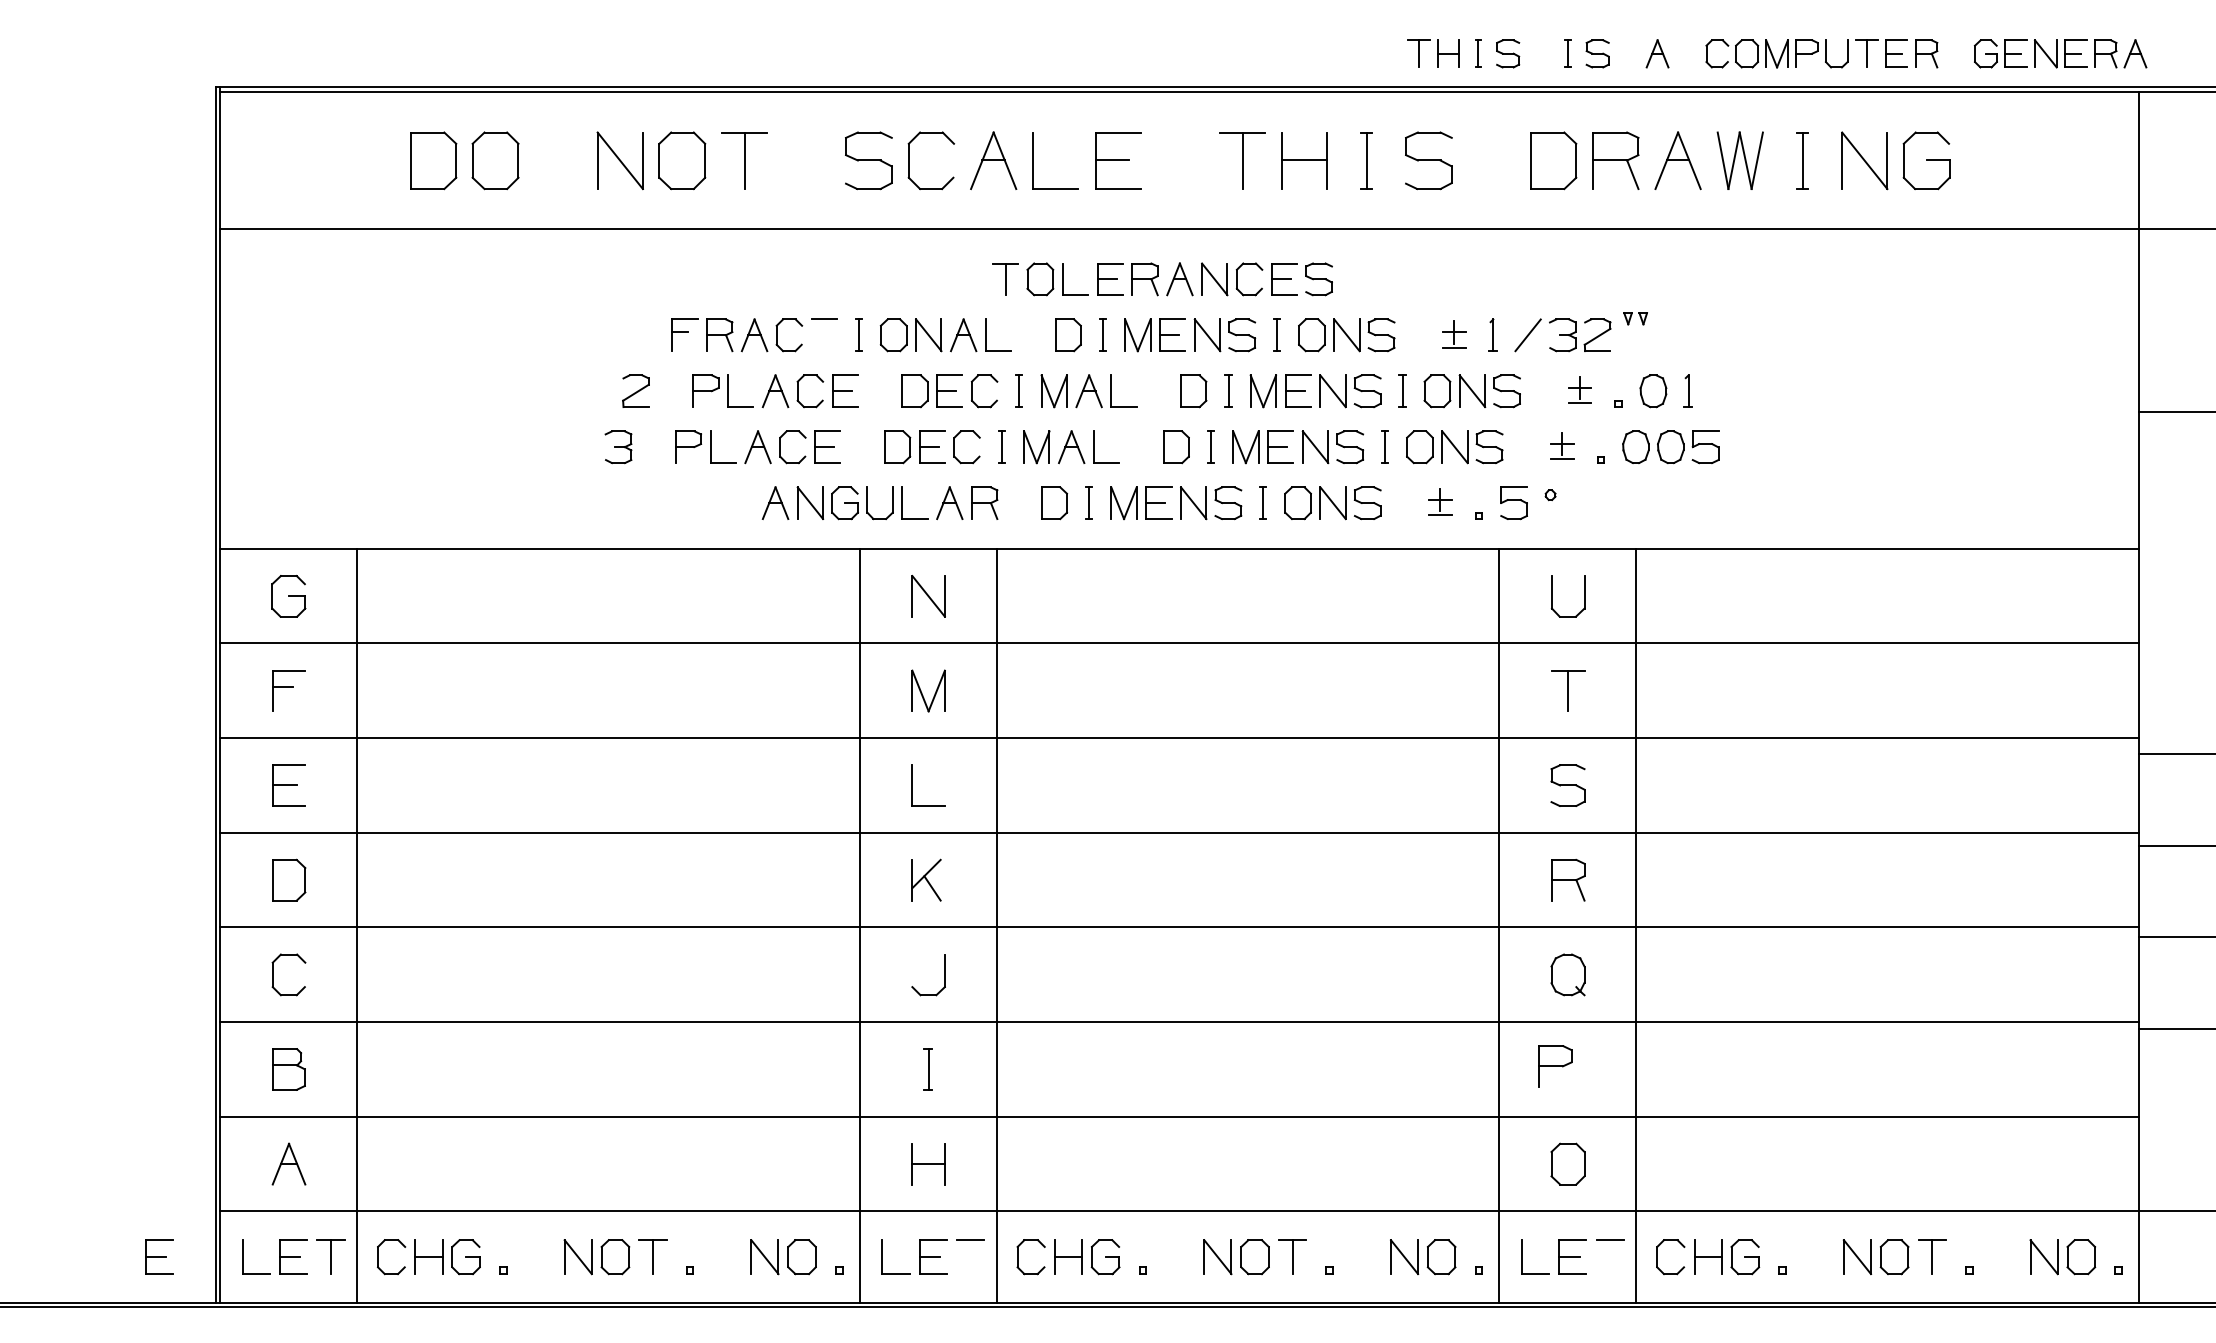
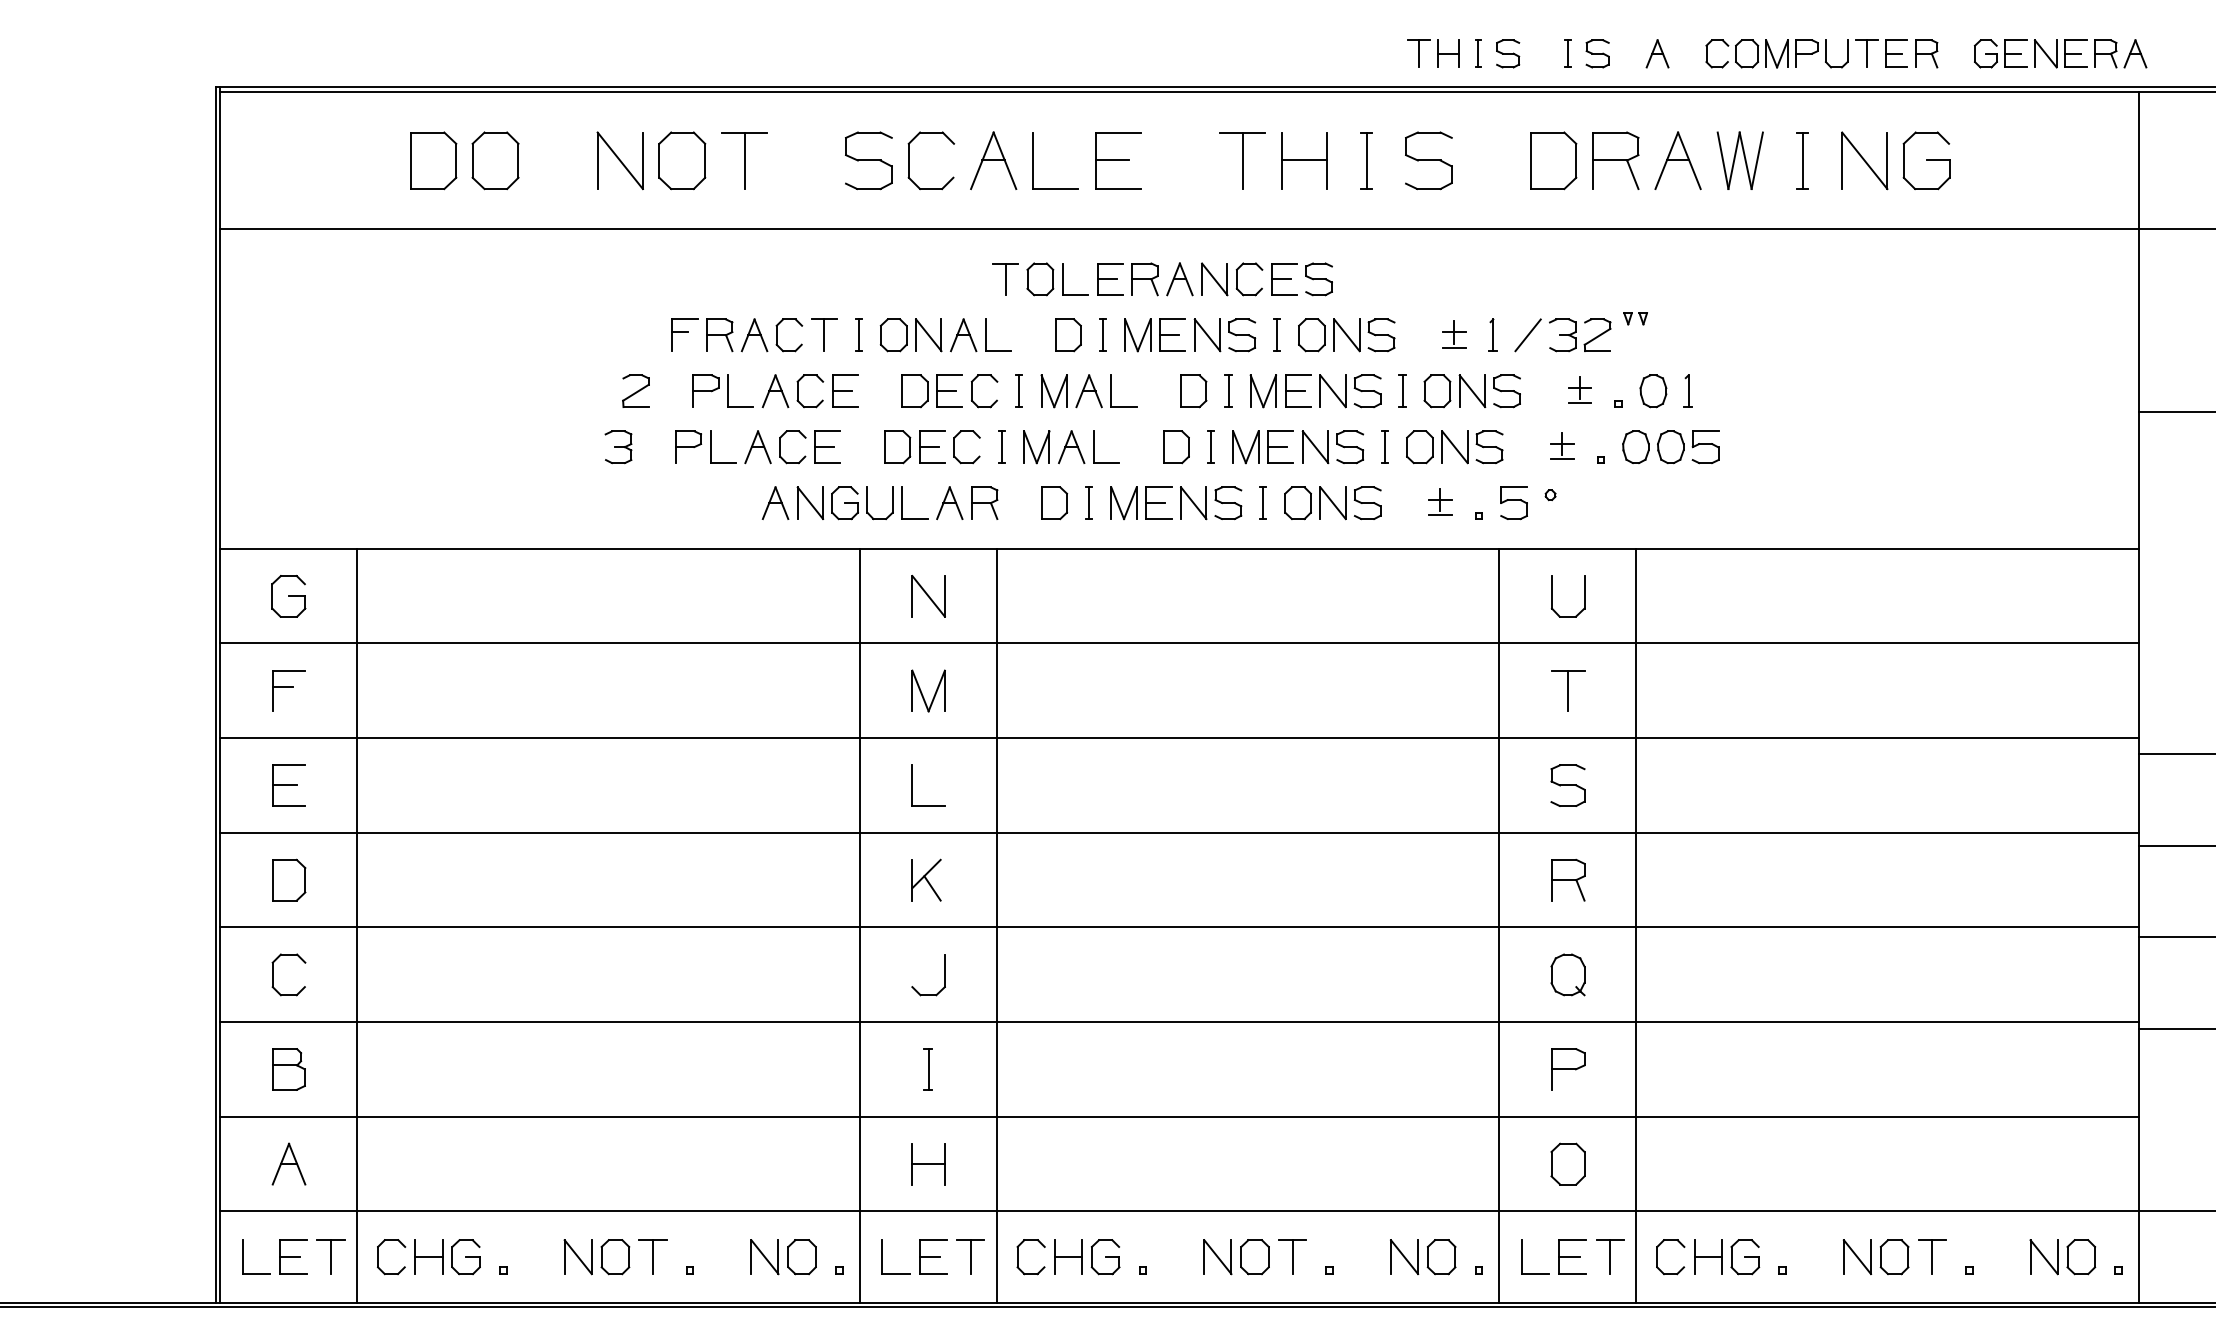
line at (824, 335): none -> present
part at (1555, 1066) position: (1555, 1066) -> (1568, 1069)
part at (159, 1256): present -> none
line at (970, 1257): none -> present
line at (1610, 1257): none -> present
